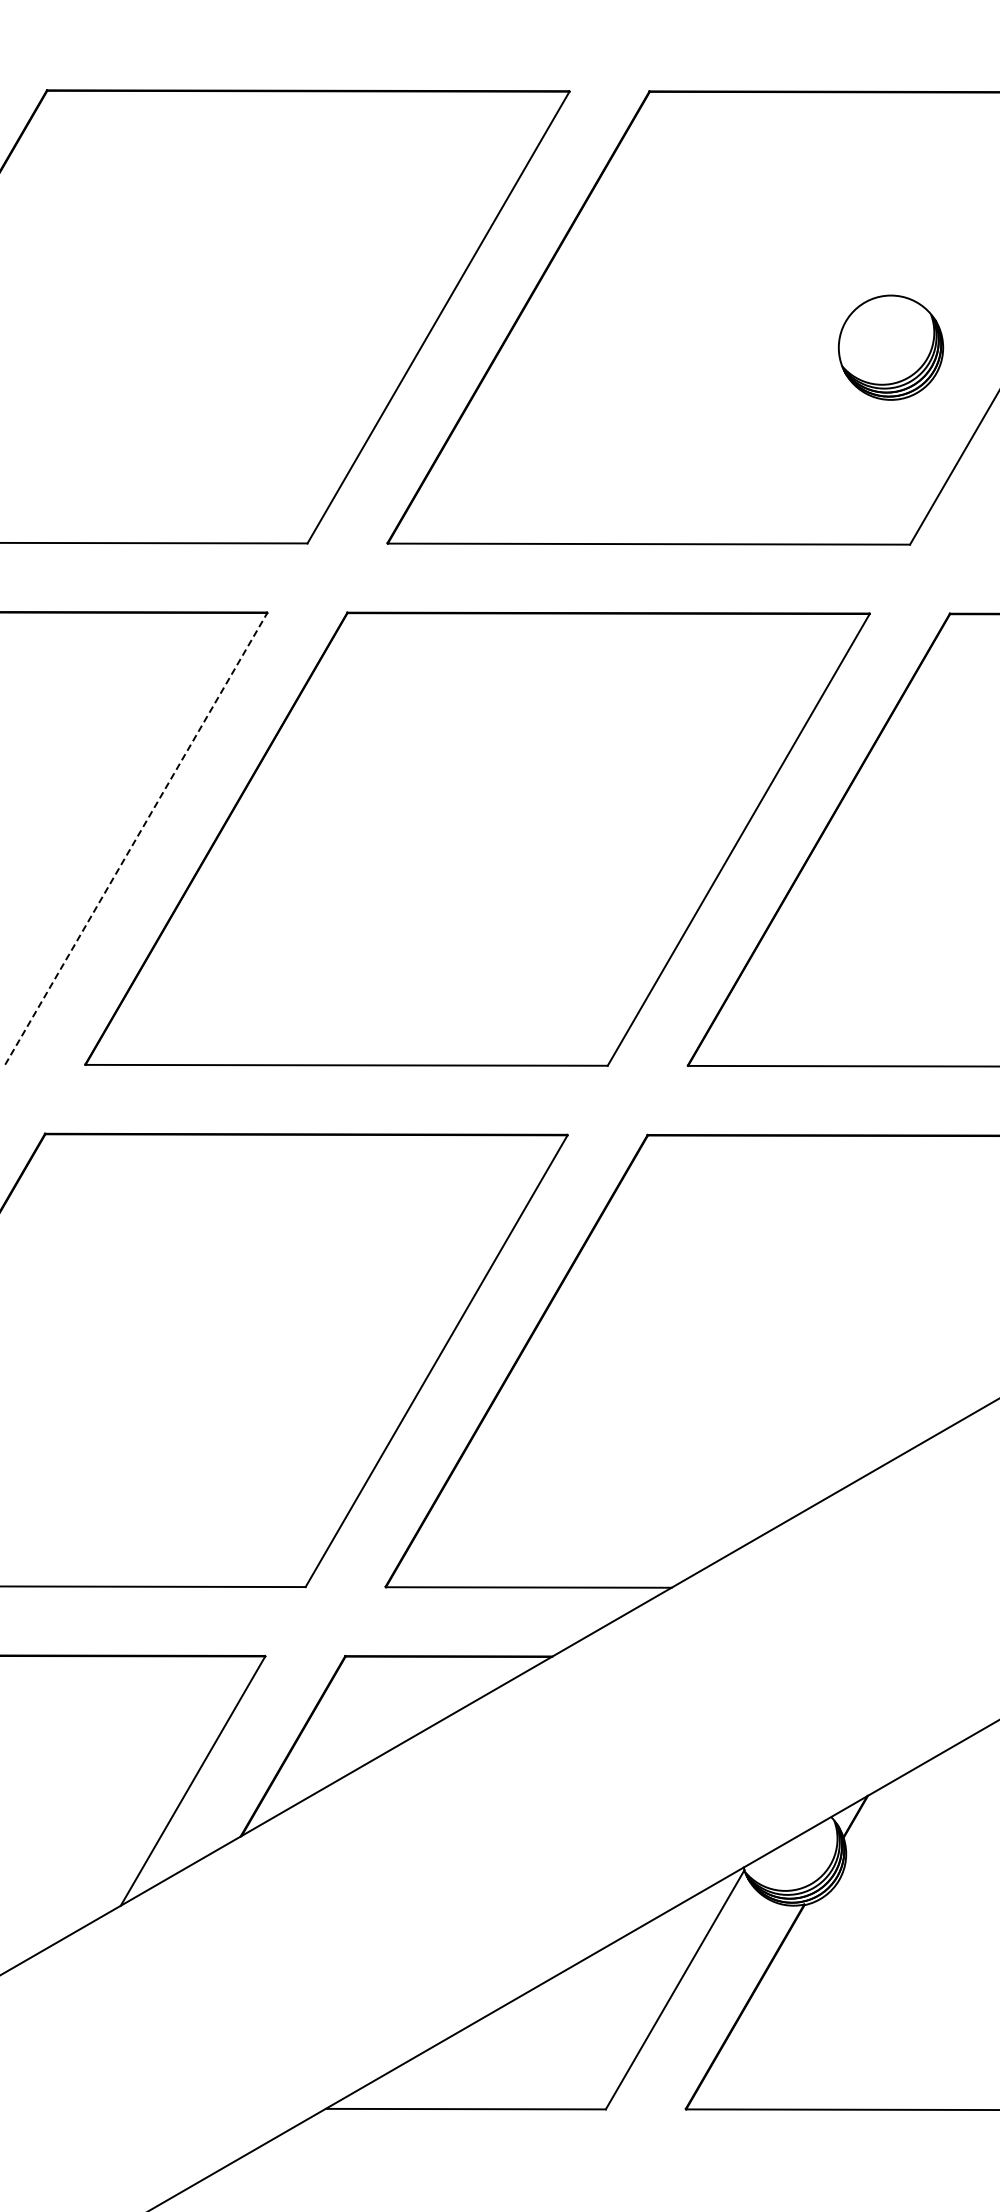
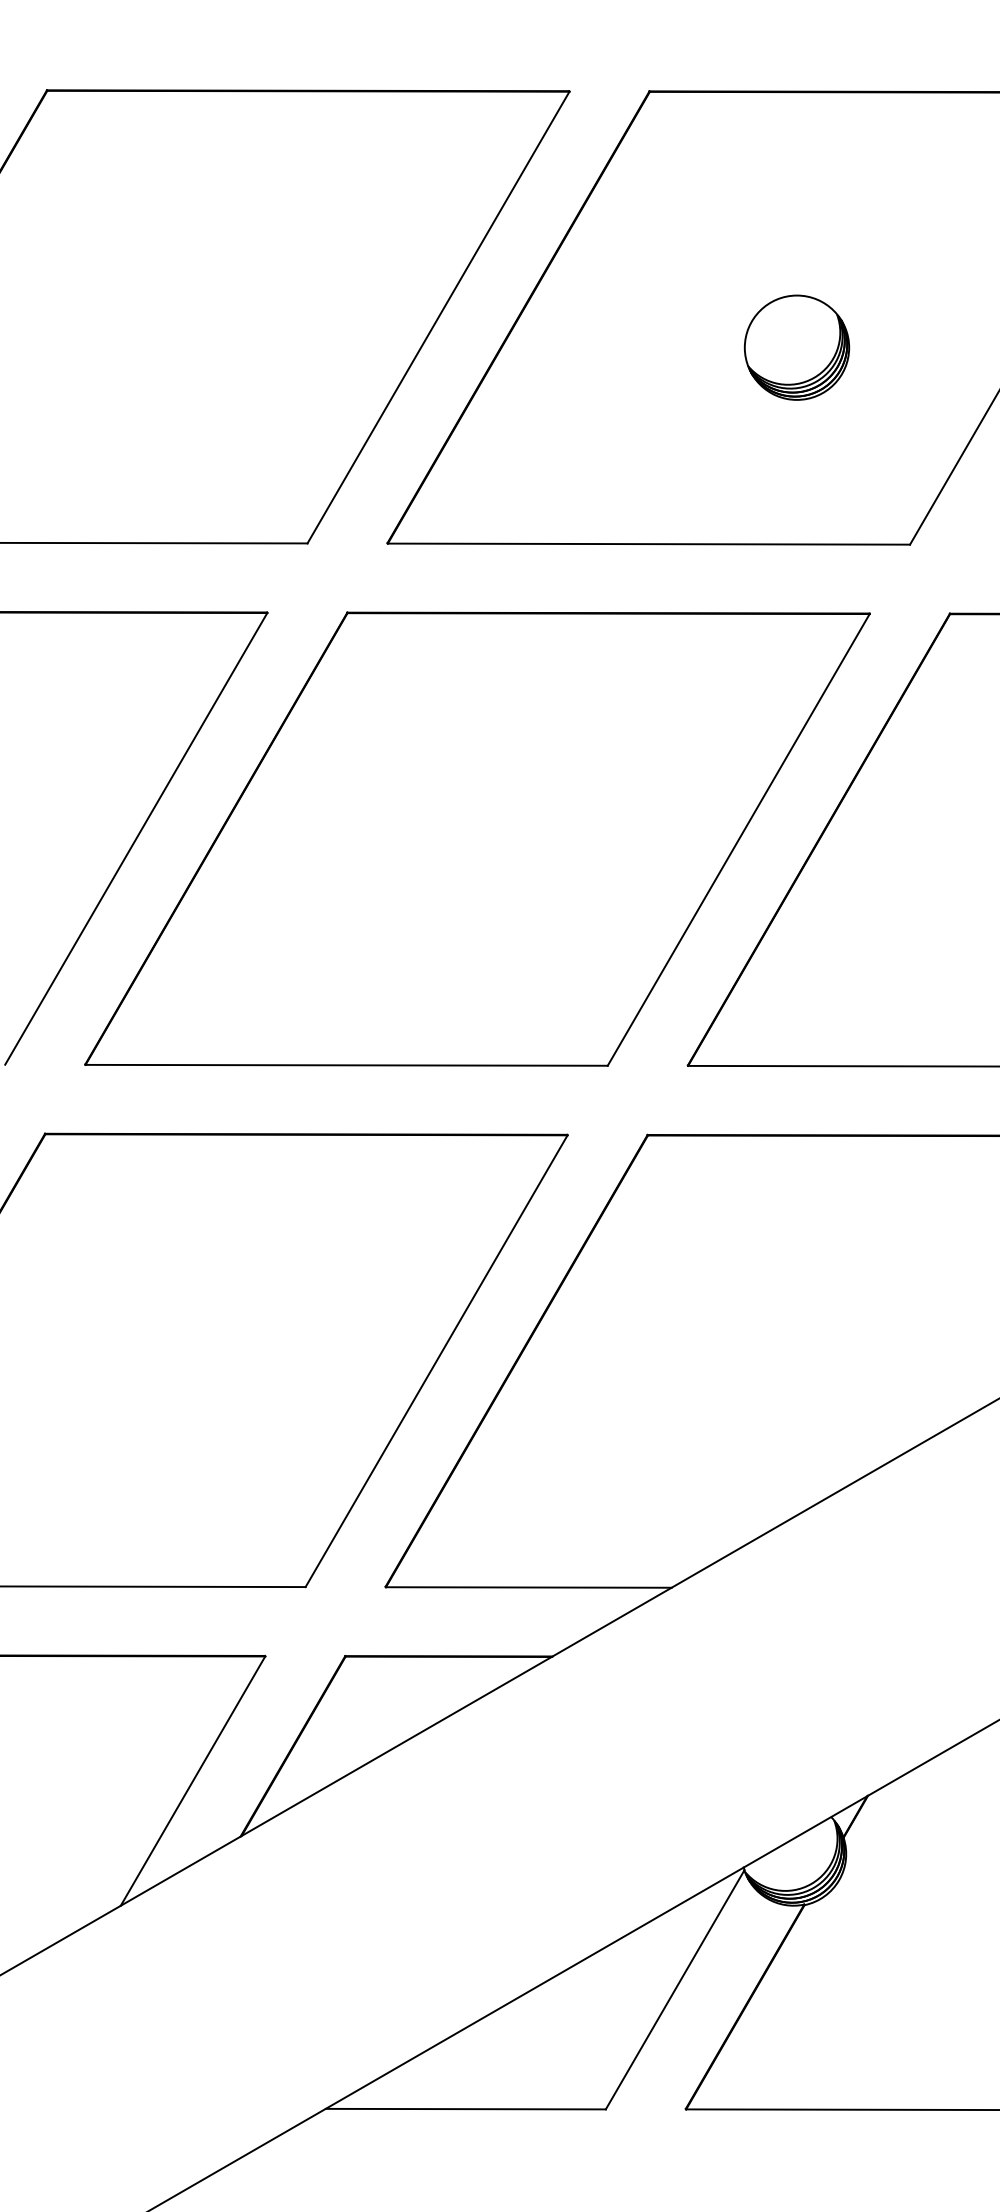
part at (890, 347) position: (890, 347) -> (796, 347)
line at (136, 838): dashed -> solid
